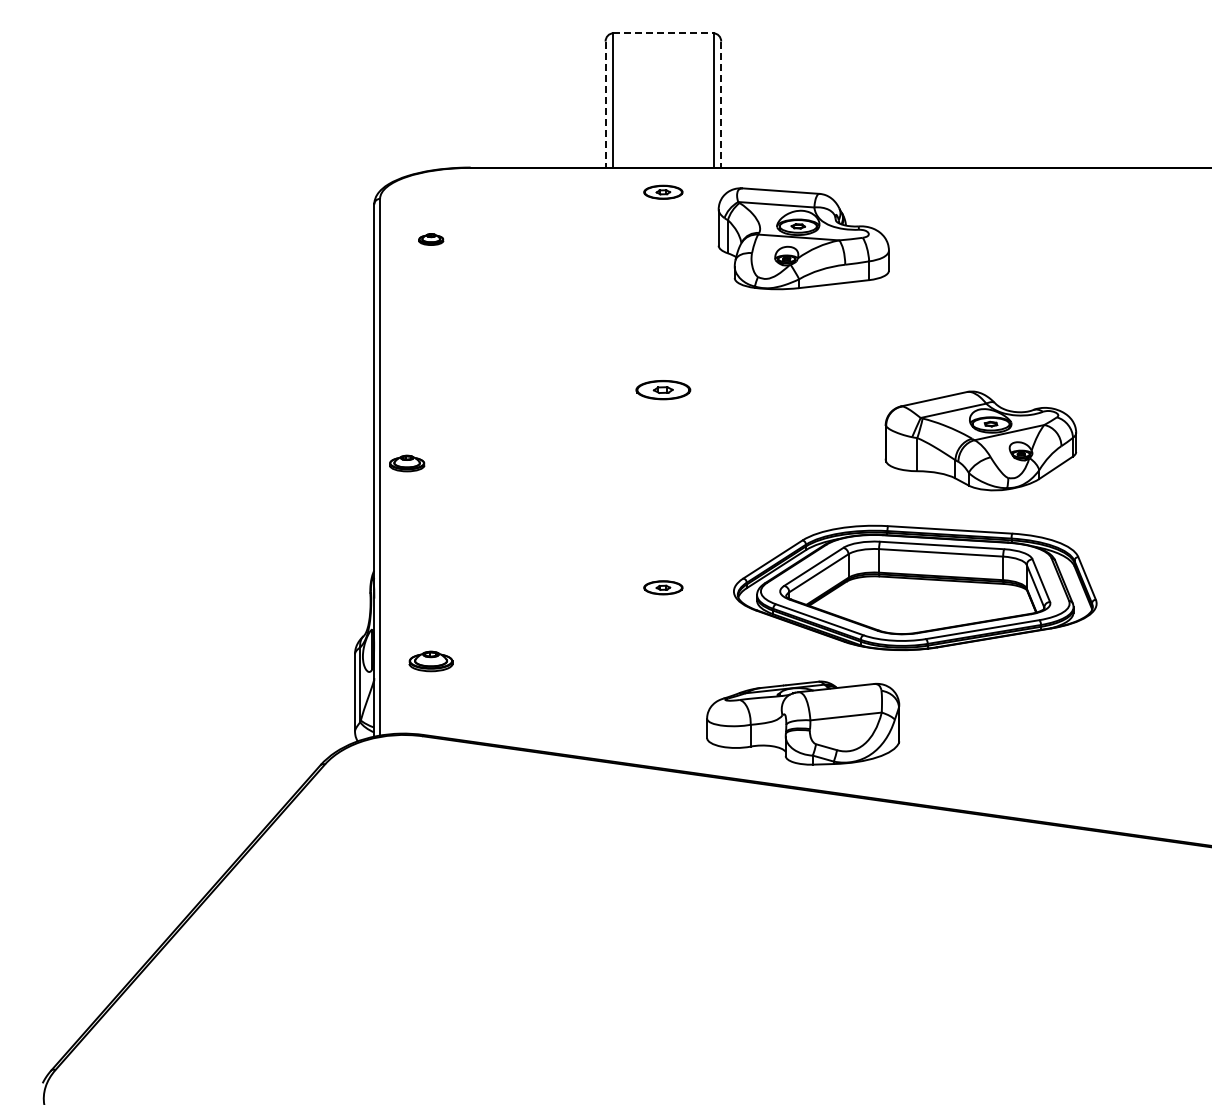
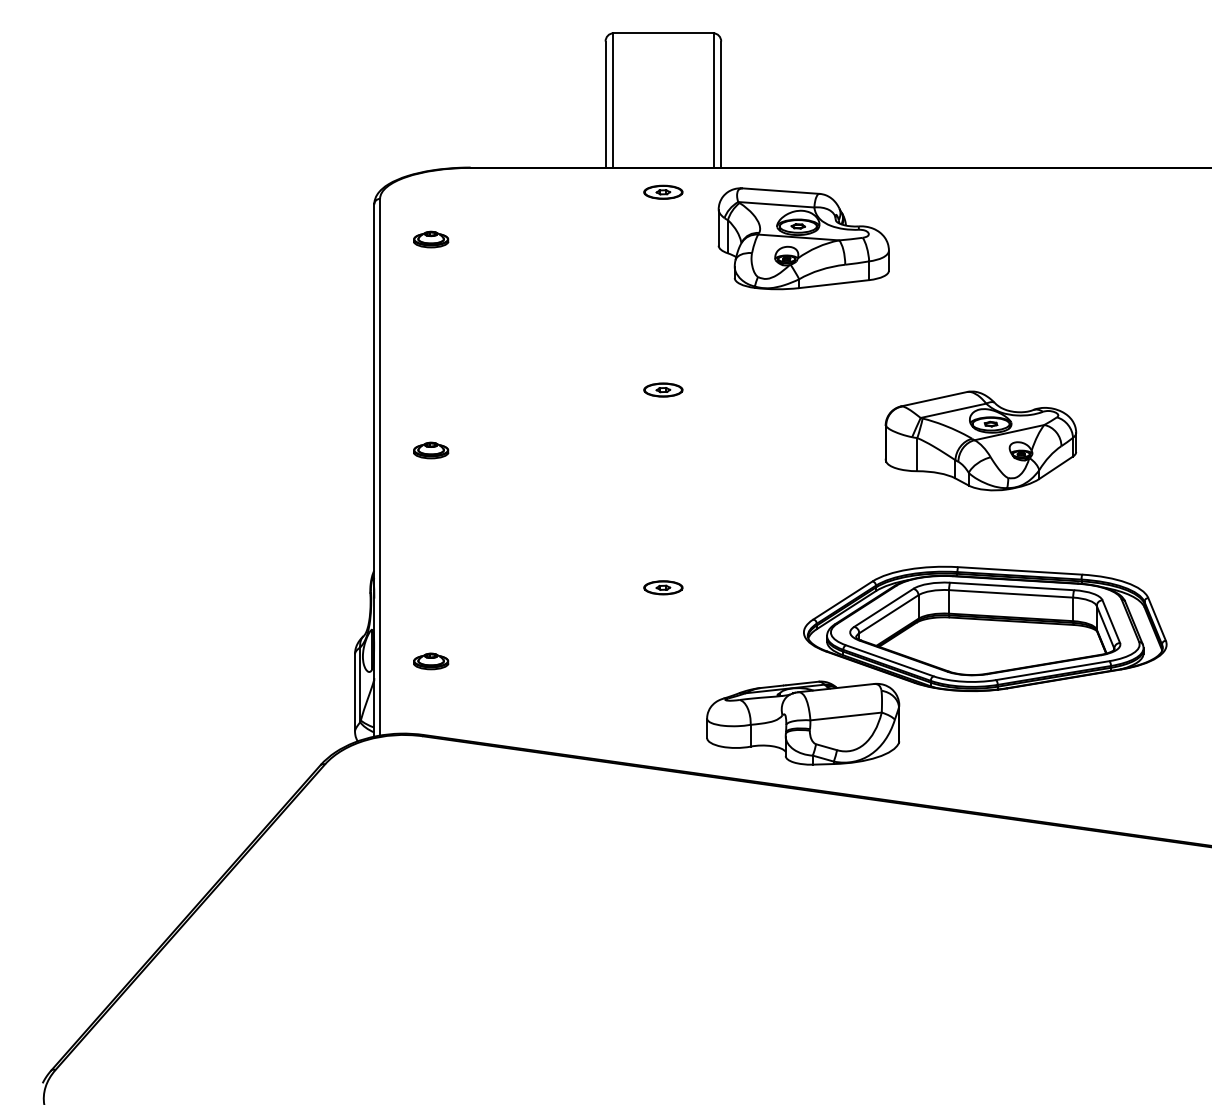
line at (663, 33): dashed -> solid
line at (605, 105): dashed -> solid
line at (721, 105): dashed -> solid
part at (431, 239) size: 27x13 px -> 37x19 px
part at (663, 390) size: 57x21 px -> 41x16 px
part at (407, 463) position: (407, 463) -> (431, 450)
part at (915, 587) position: (915, 587) -> (985, 628)
part at (430, 661) size: 46x23 px -> 37x19 px
